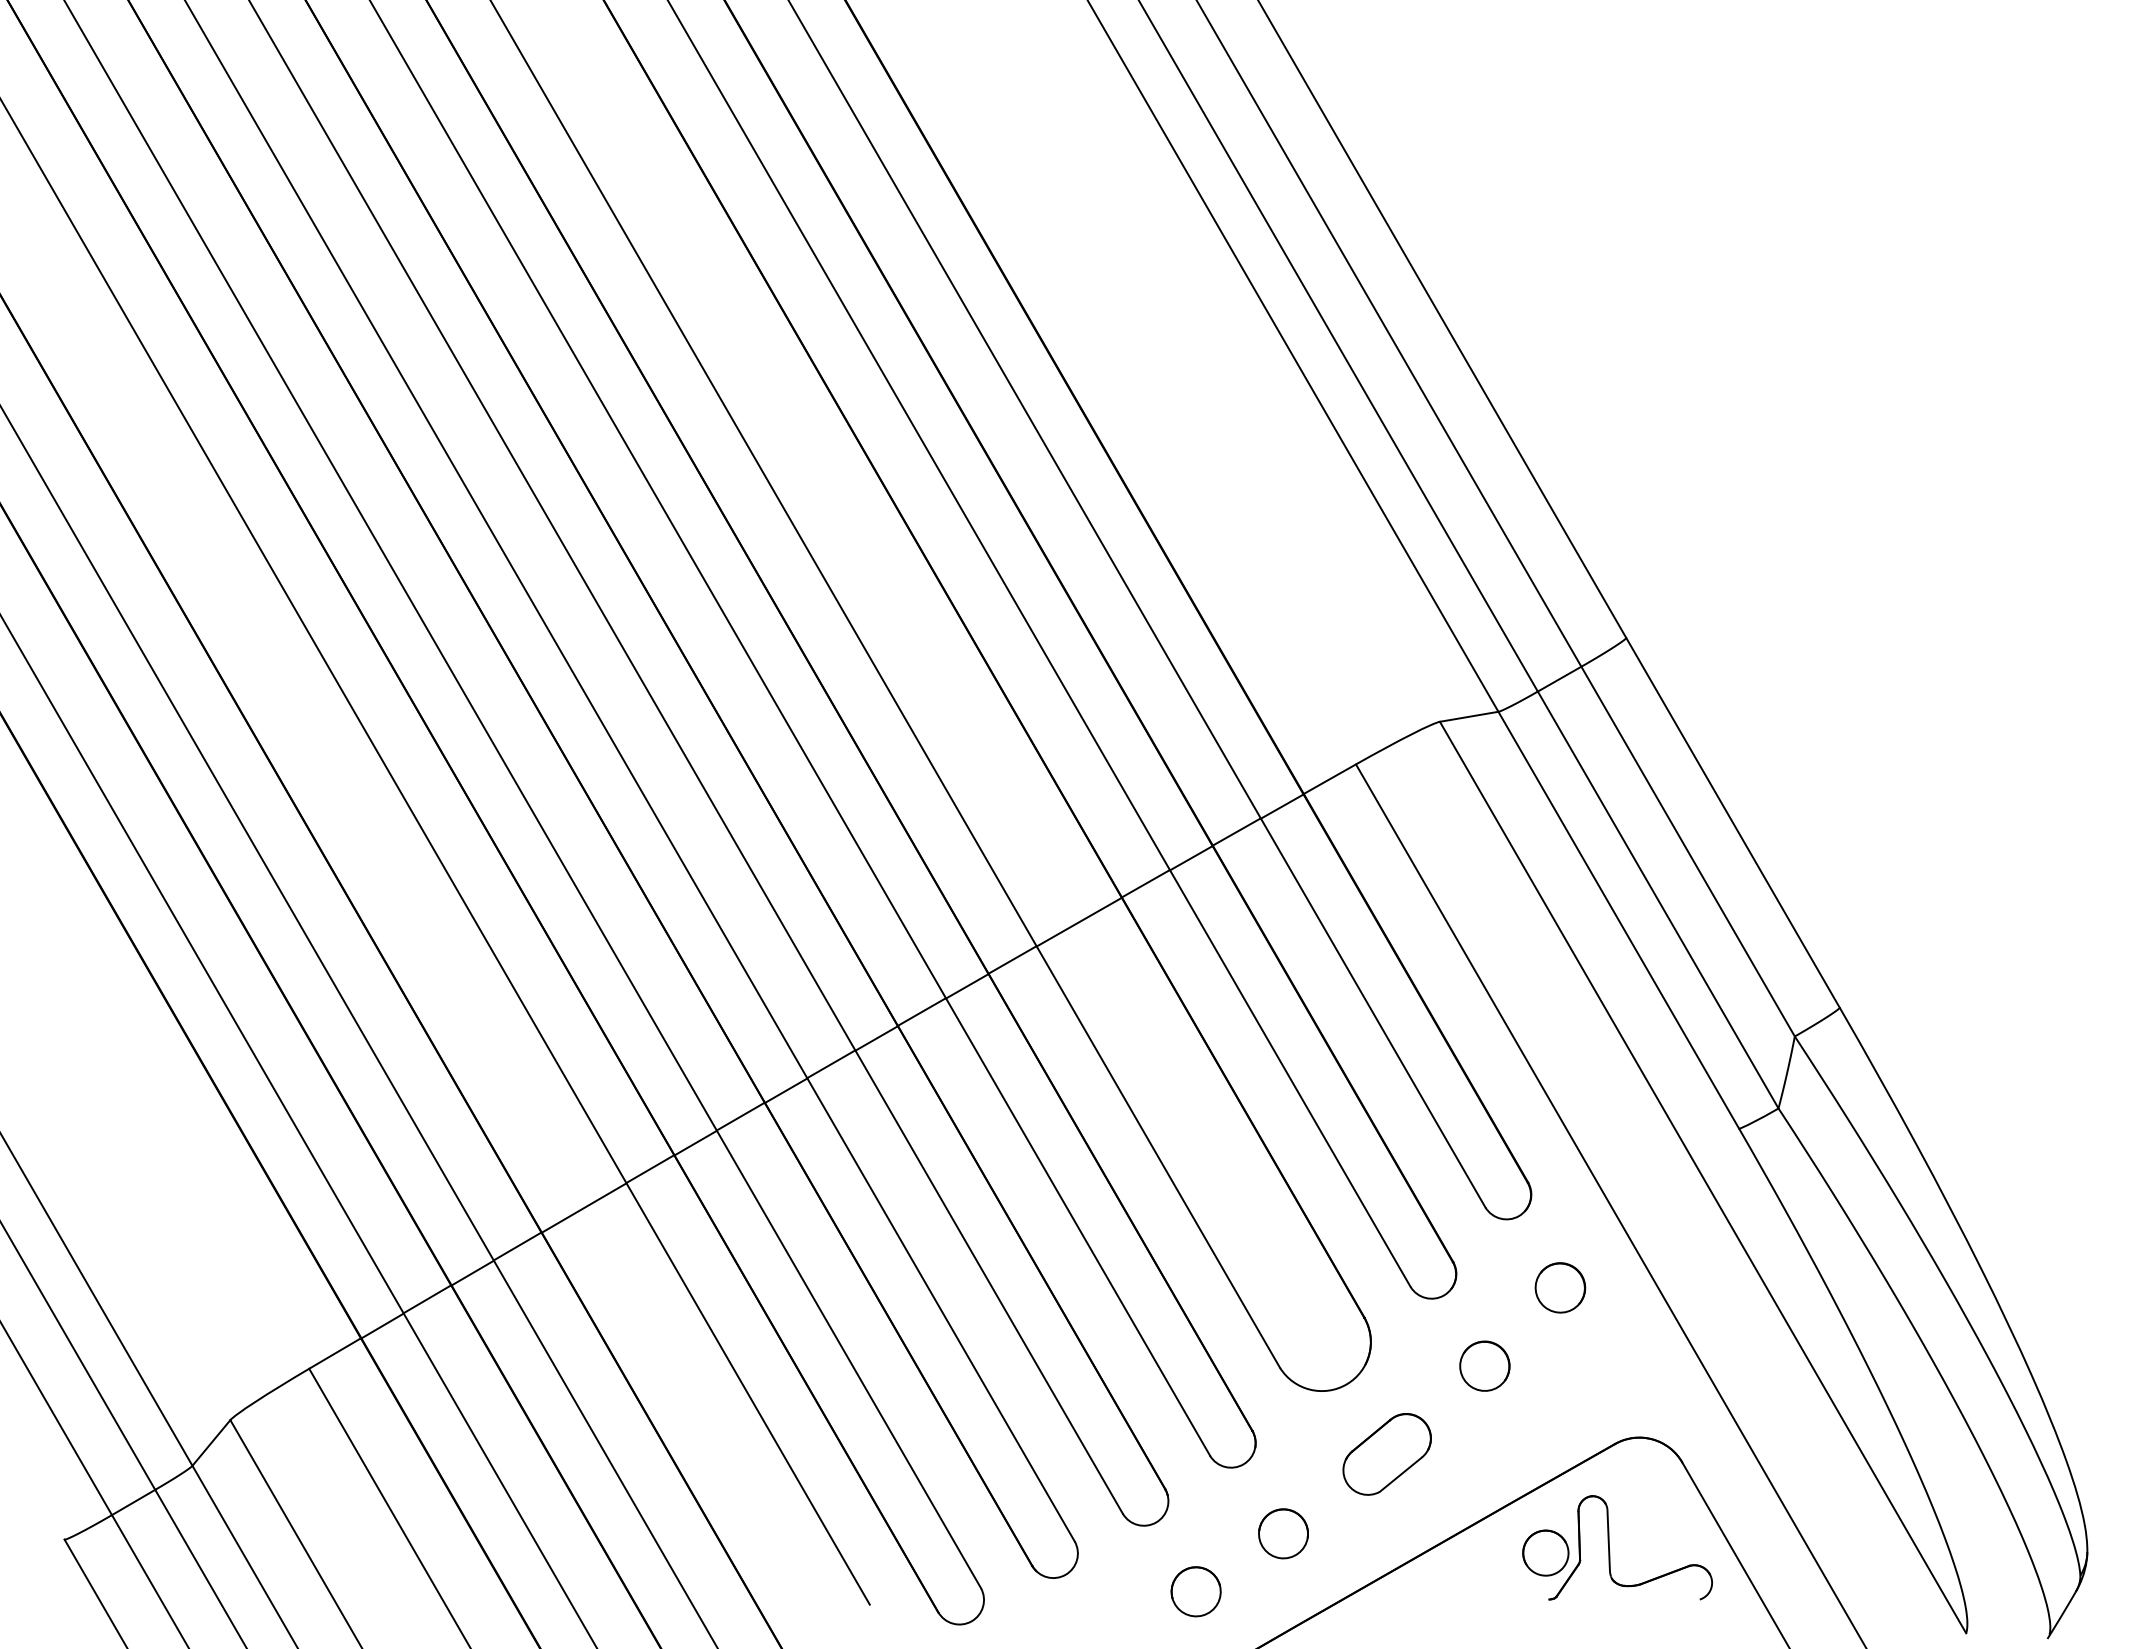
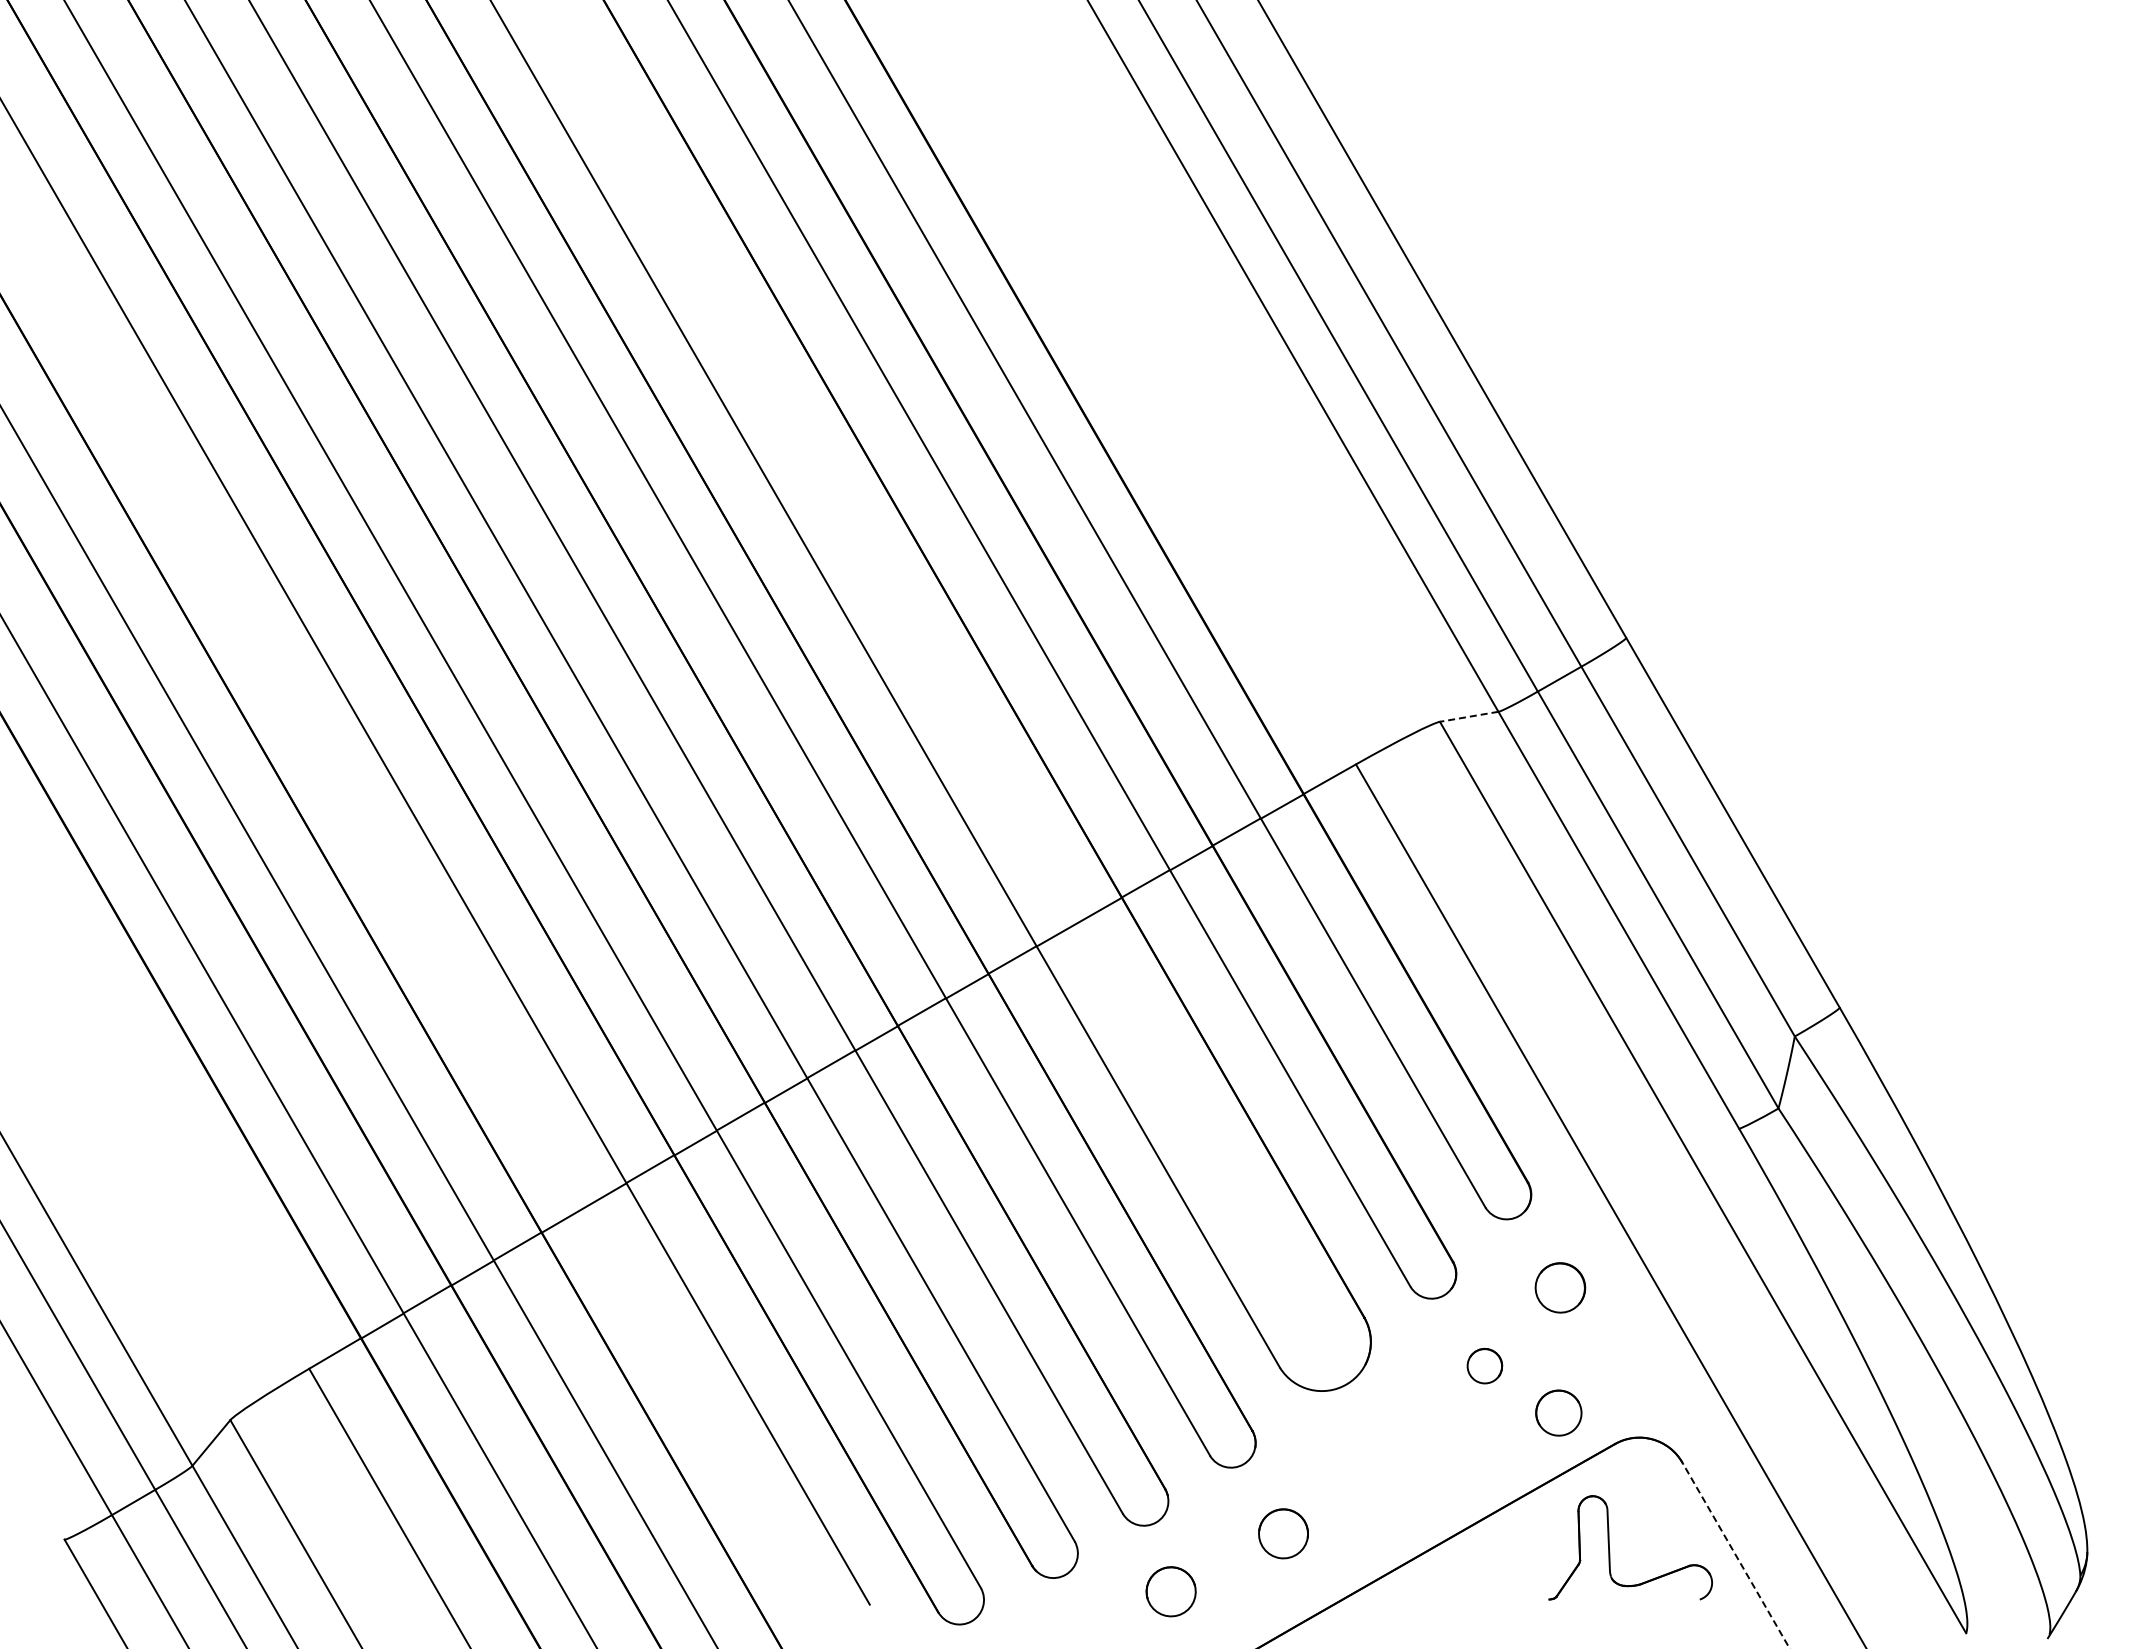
line at (1469, 716): solid -> dashed
part at (1484, 1365) size: 52x52 px -> 38x37 px
part at (1386, 1454): present -> none
part at (1545, 1552) position: (1545, 1552) -> (1558, 1412)
line at (1735, 1554): solid -> dashed
part at (1195, 1591) position: (1195, 1591) -> (1170, 1591)
